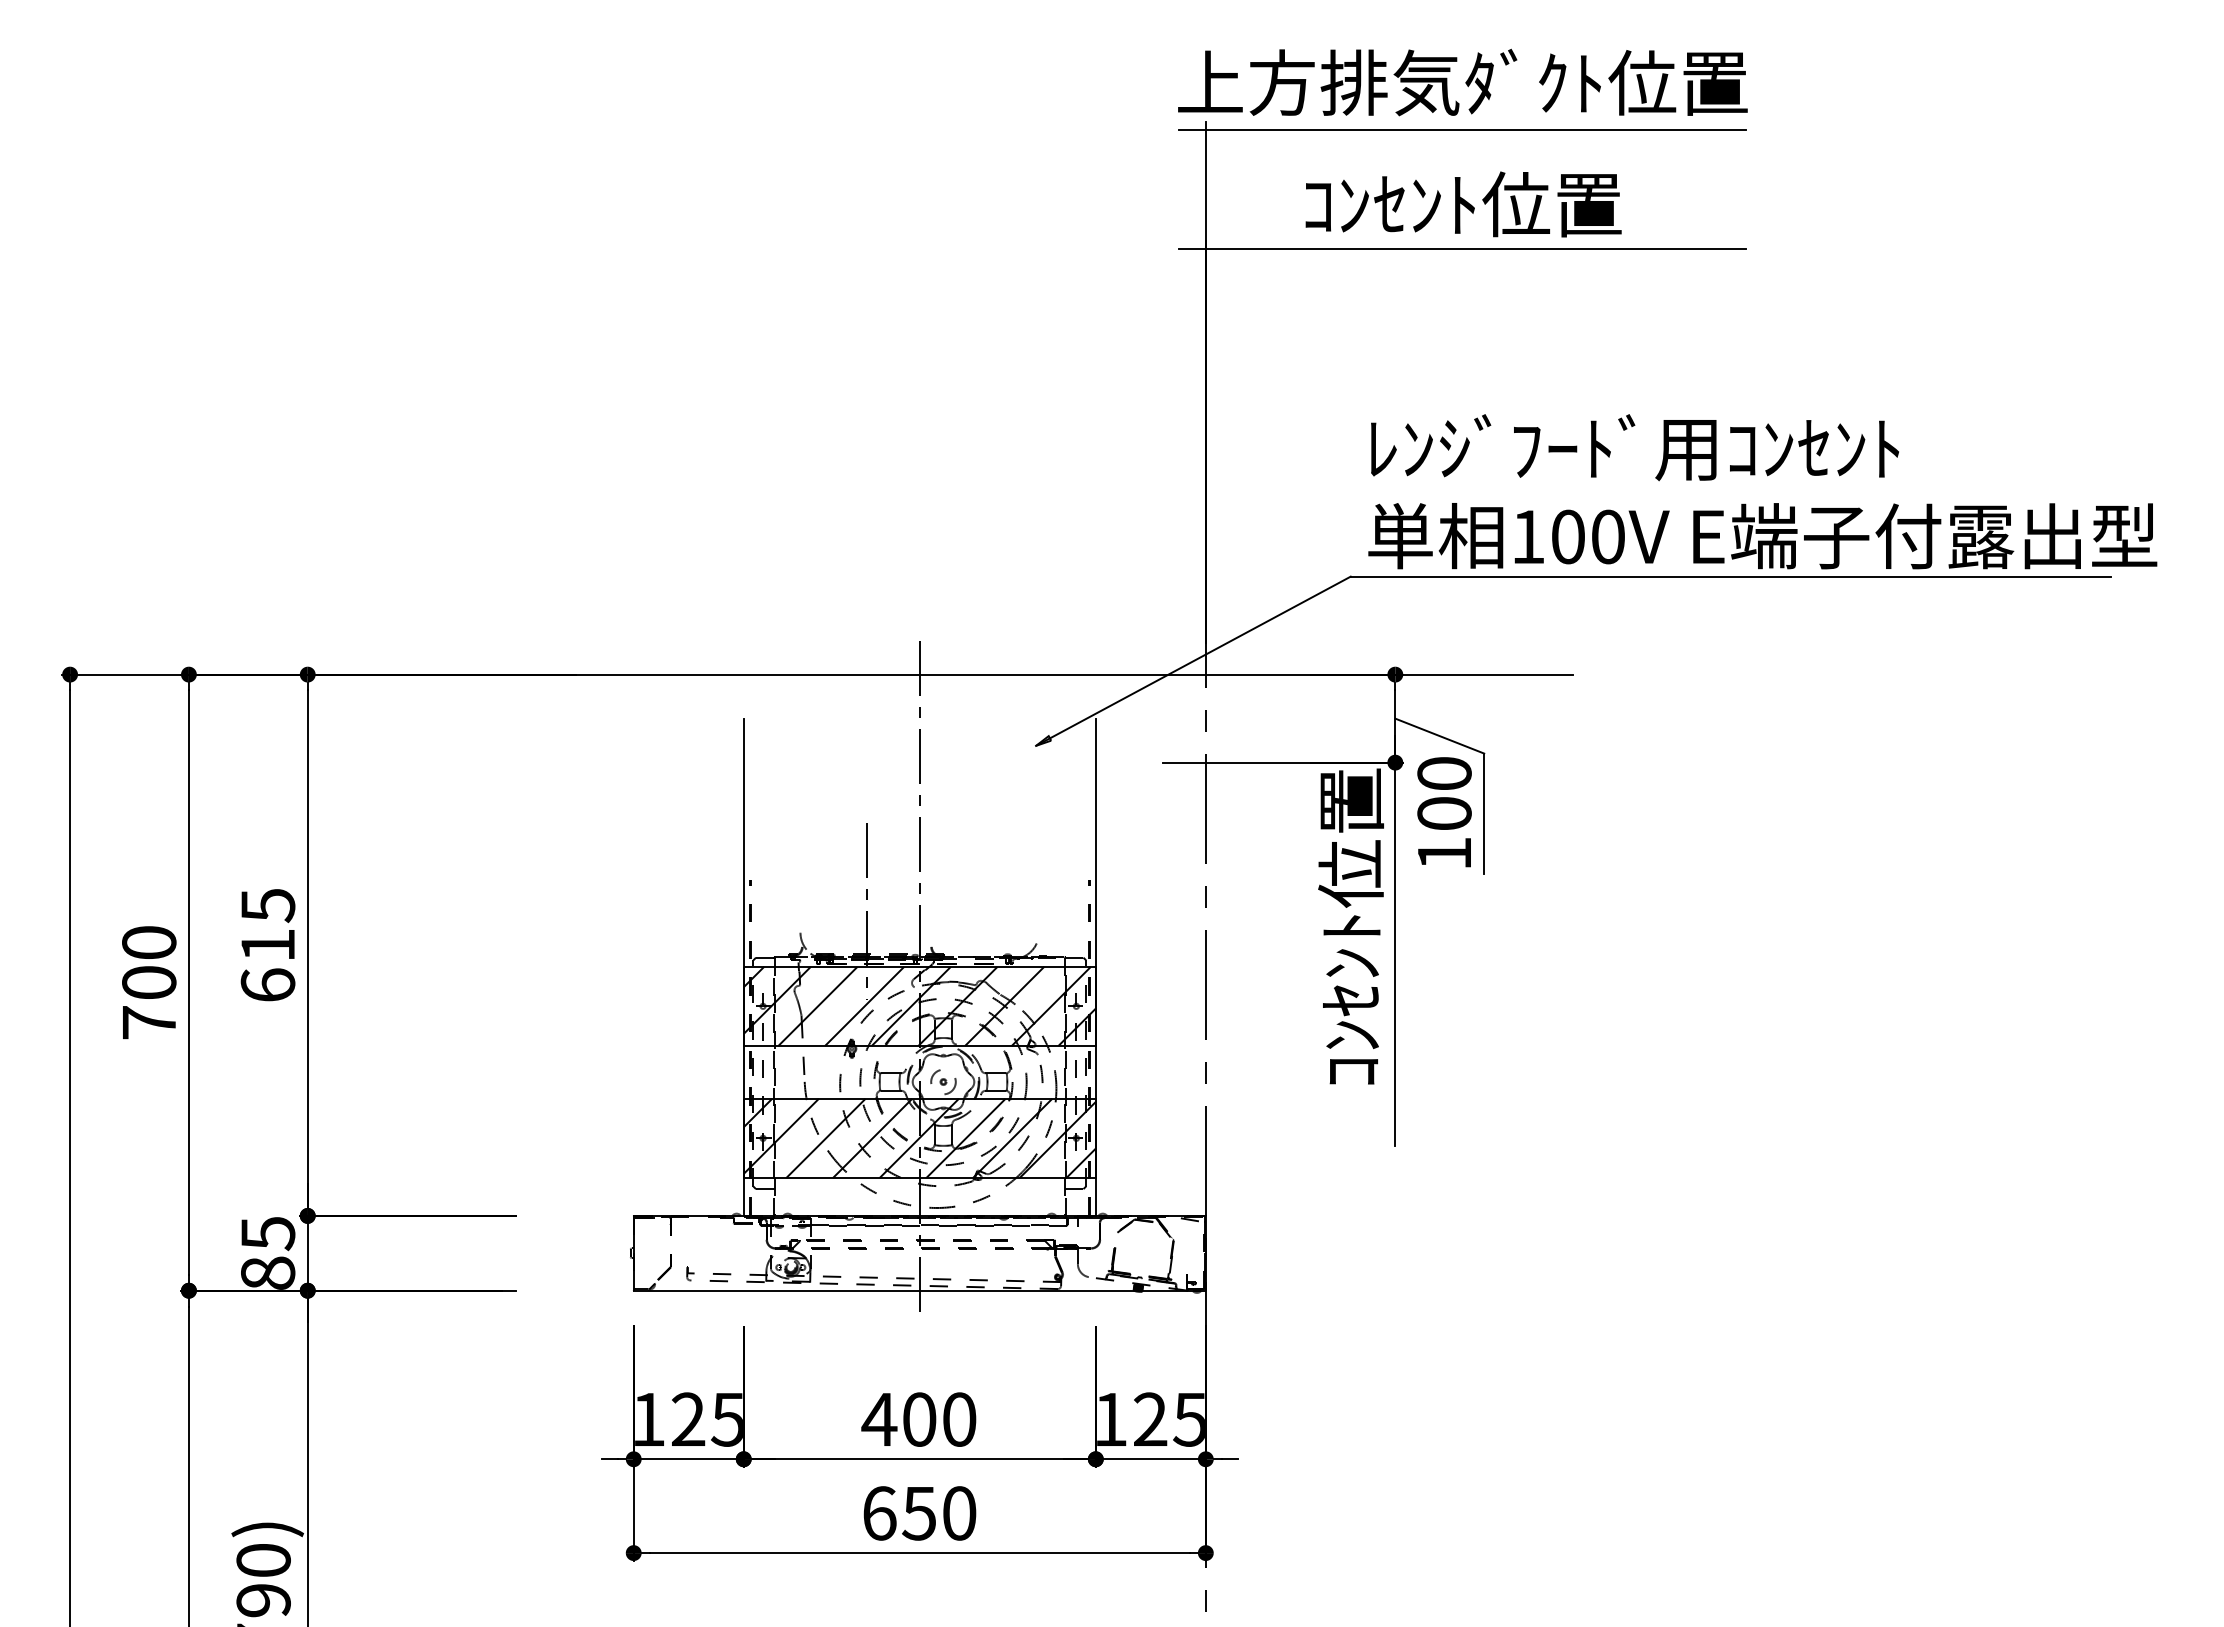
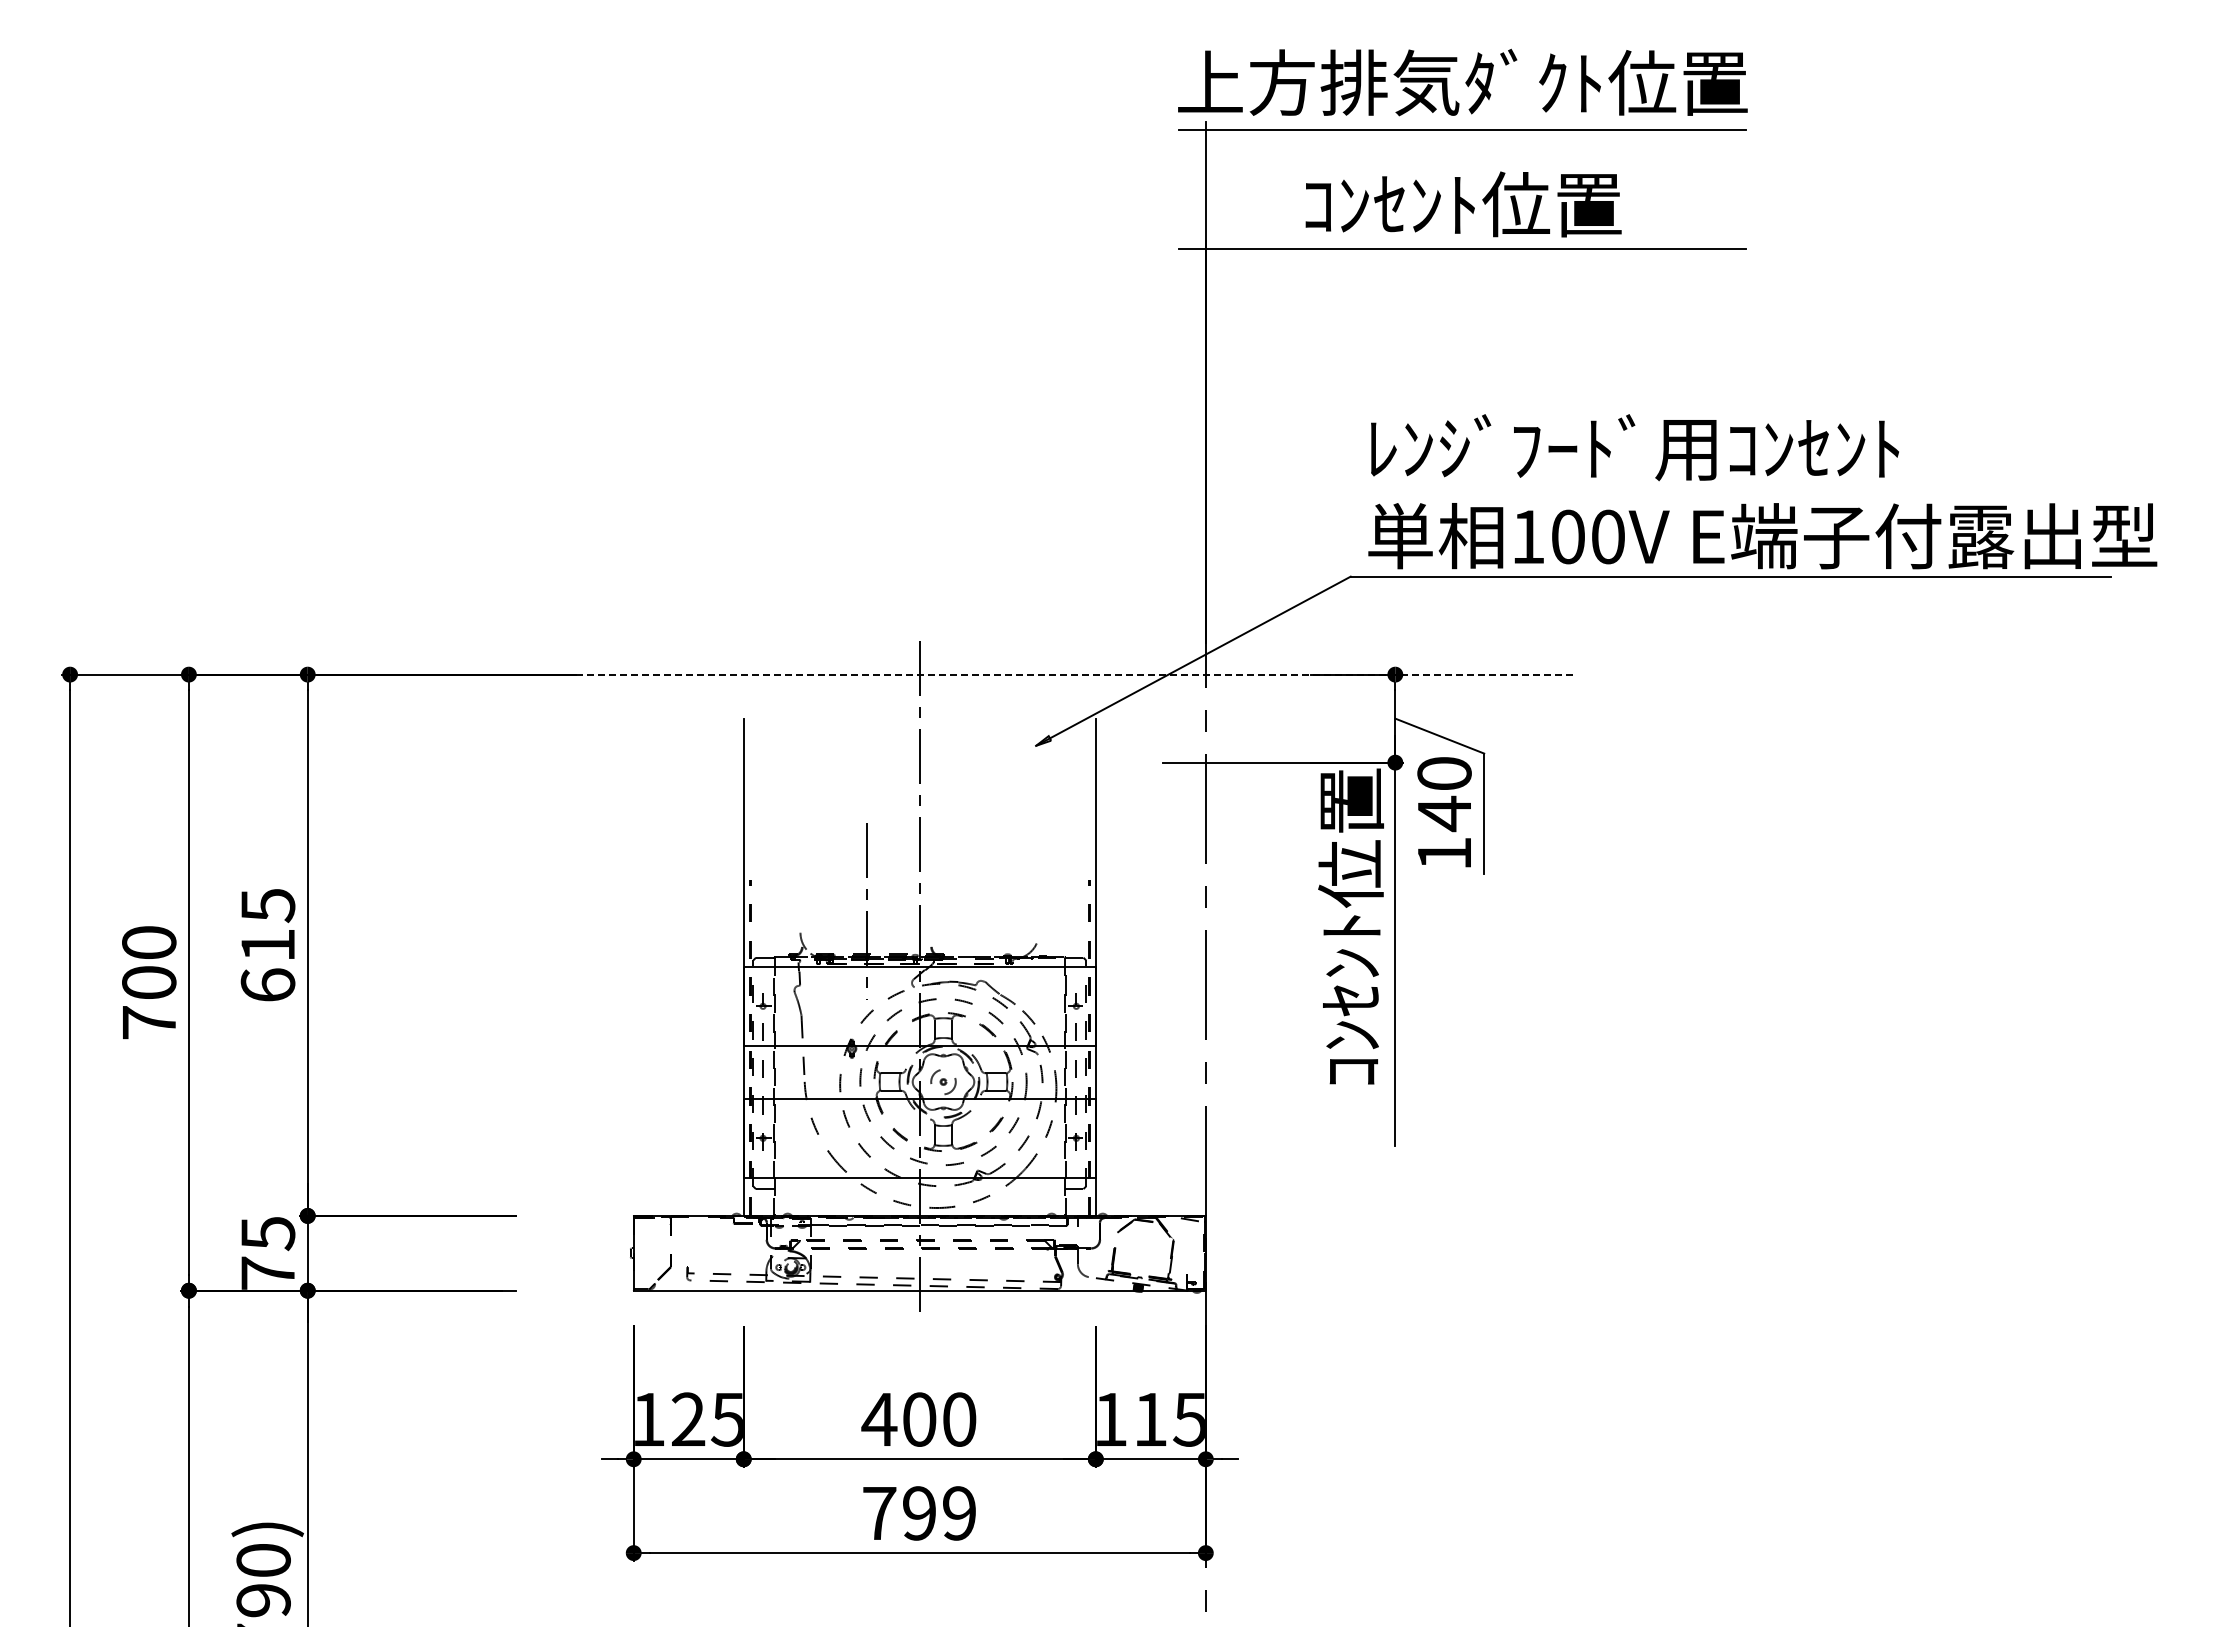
line at (1012, 674): solid -> dashed
text at (1444, 813): 100 -> 140
hatch at (919, 1006): present -> none
hatch at (919, 1138): present -> none
text at (268, 1272): 85 -> 75
text at (1150, 1418): 125 -> 115
text at (919, 1513): 650 -> 799
